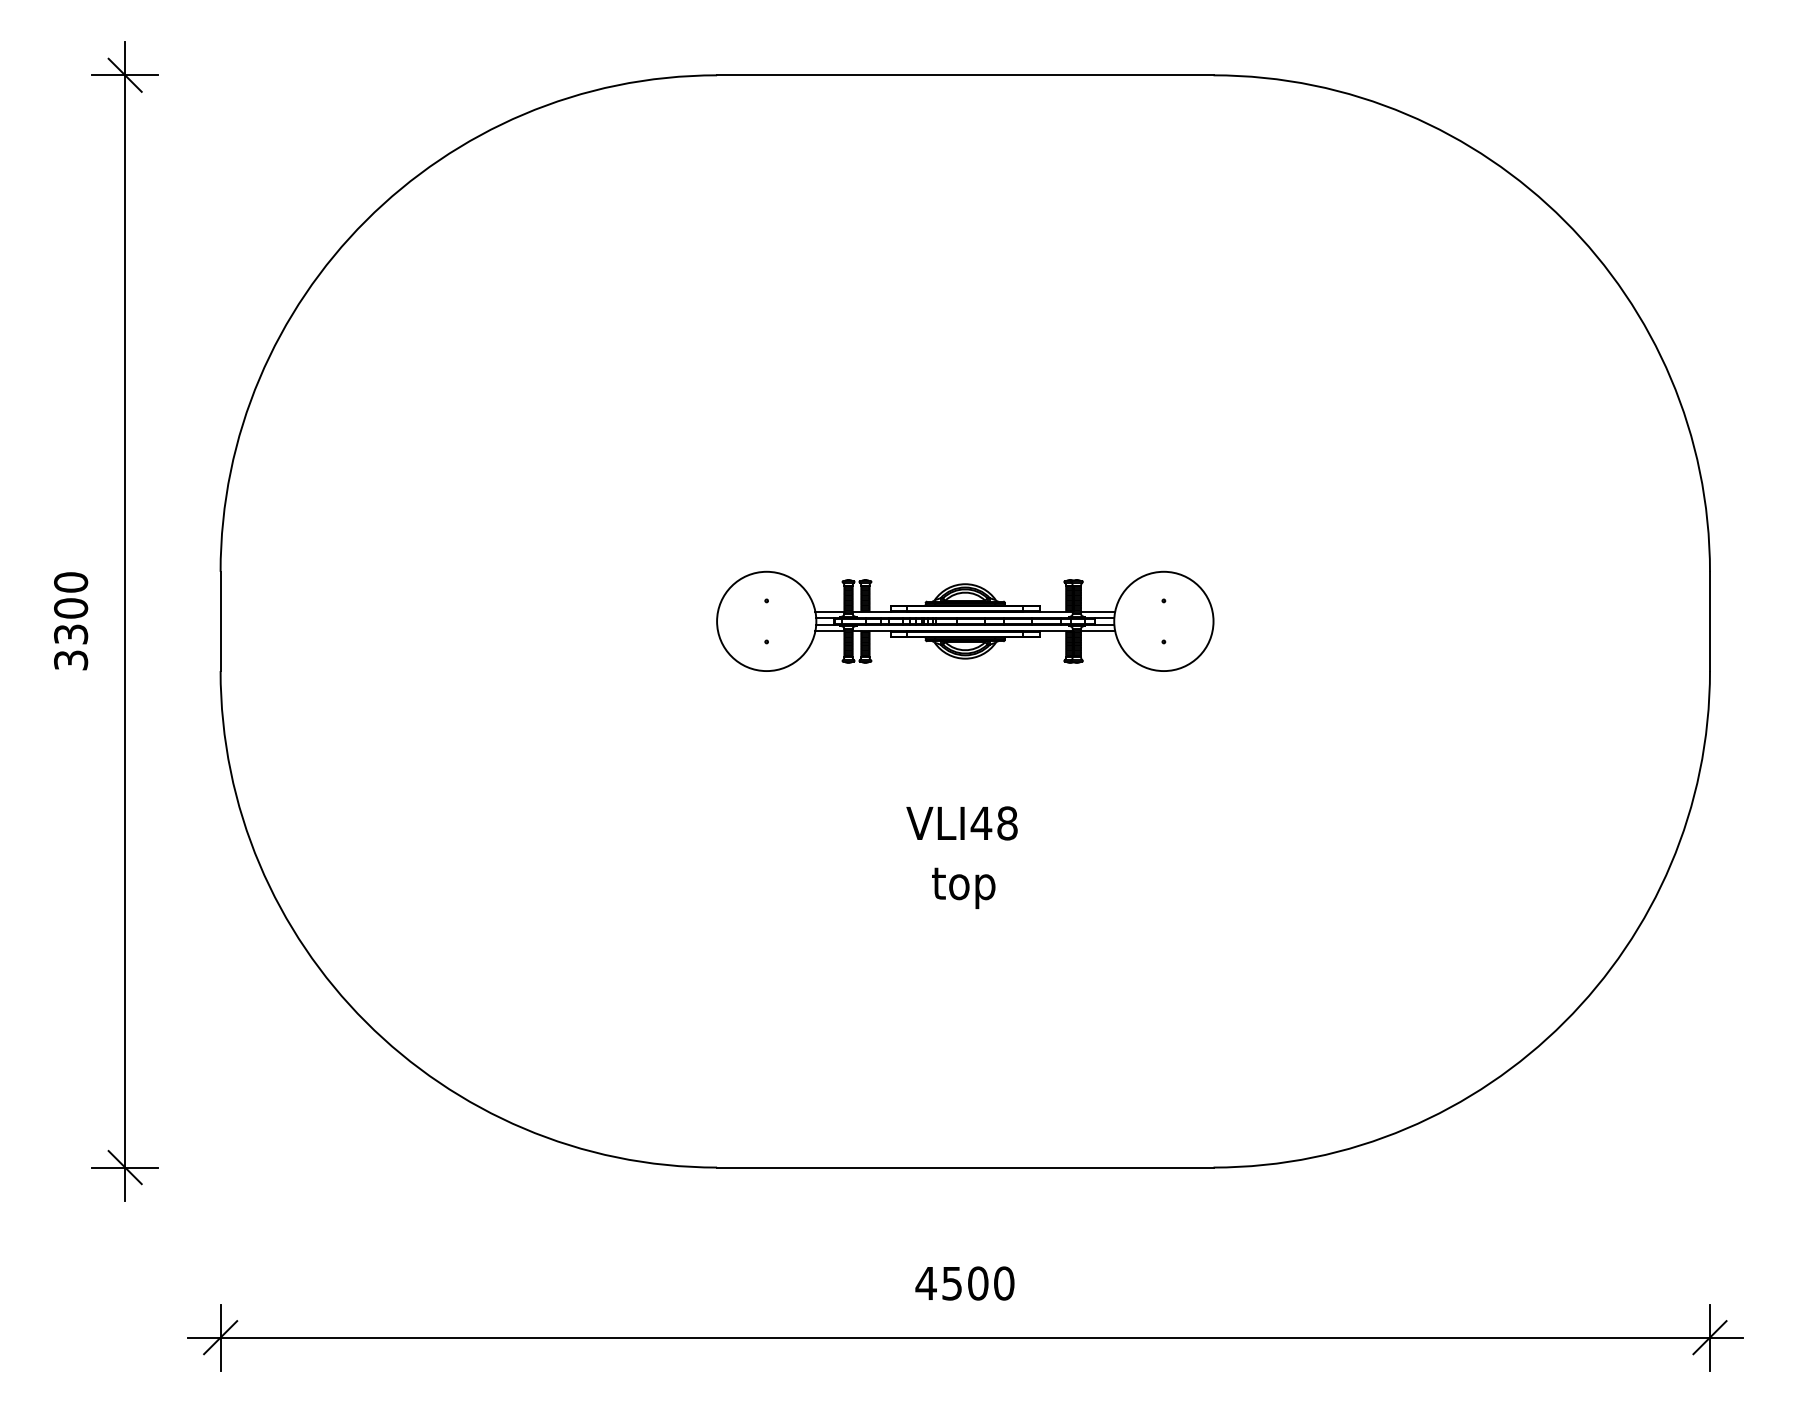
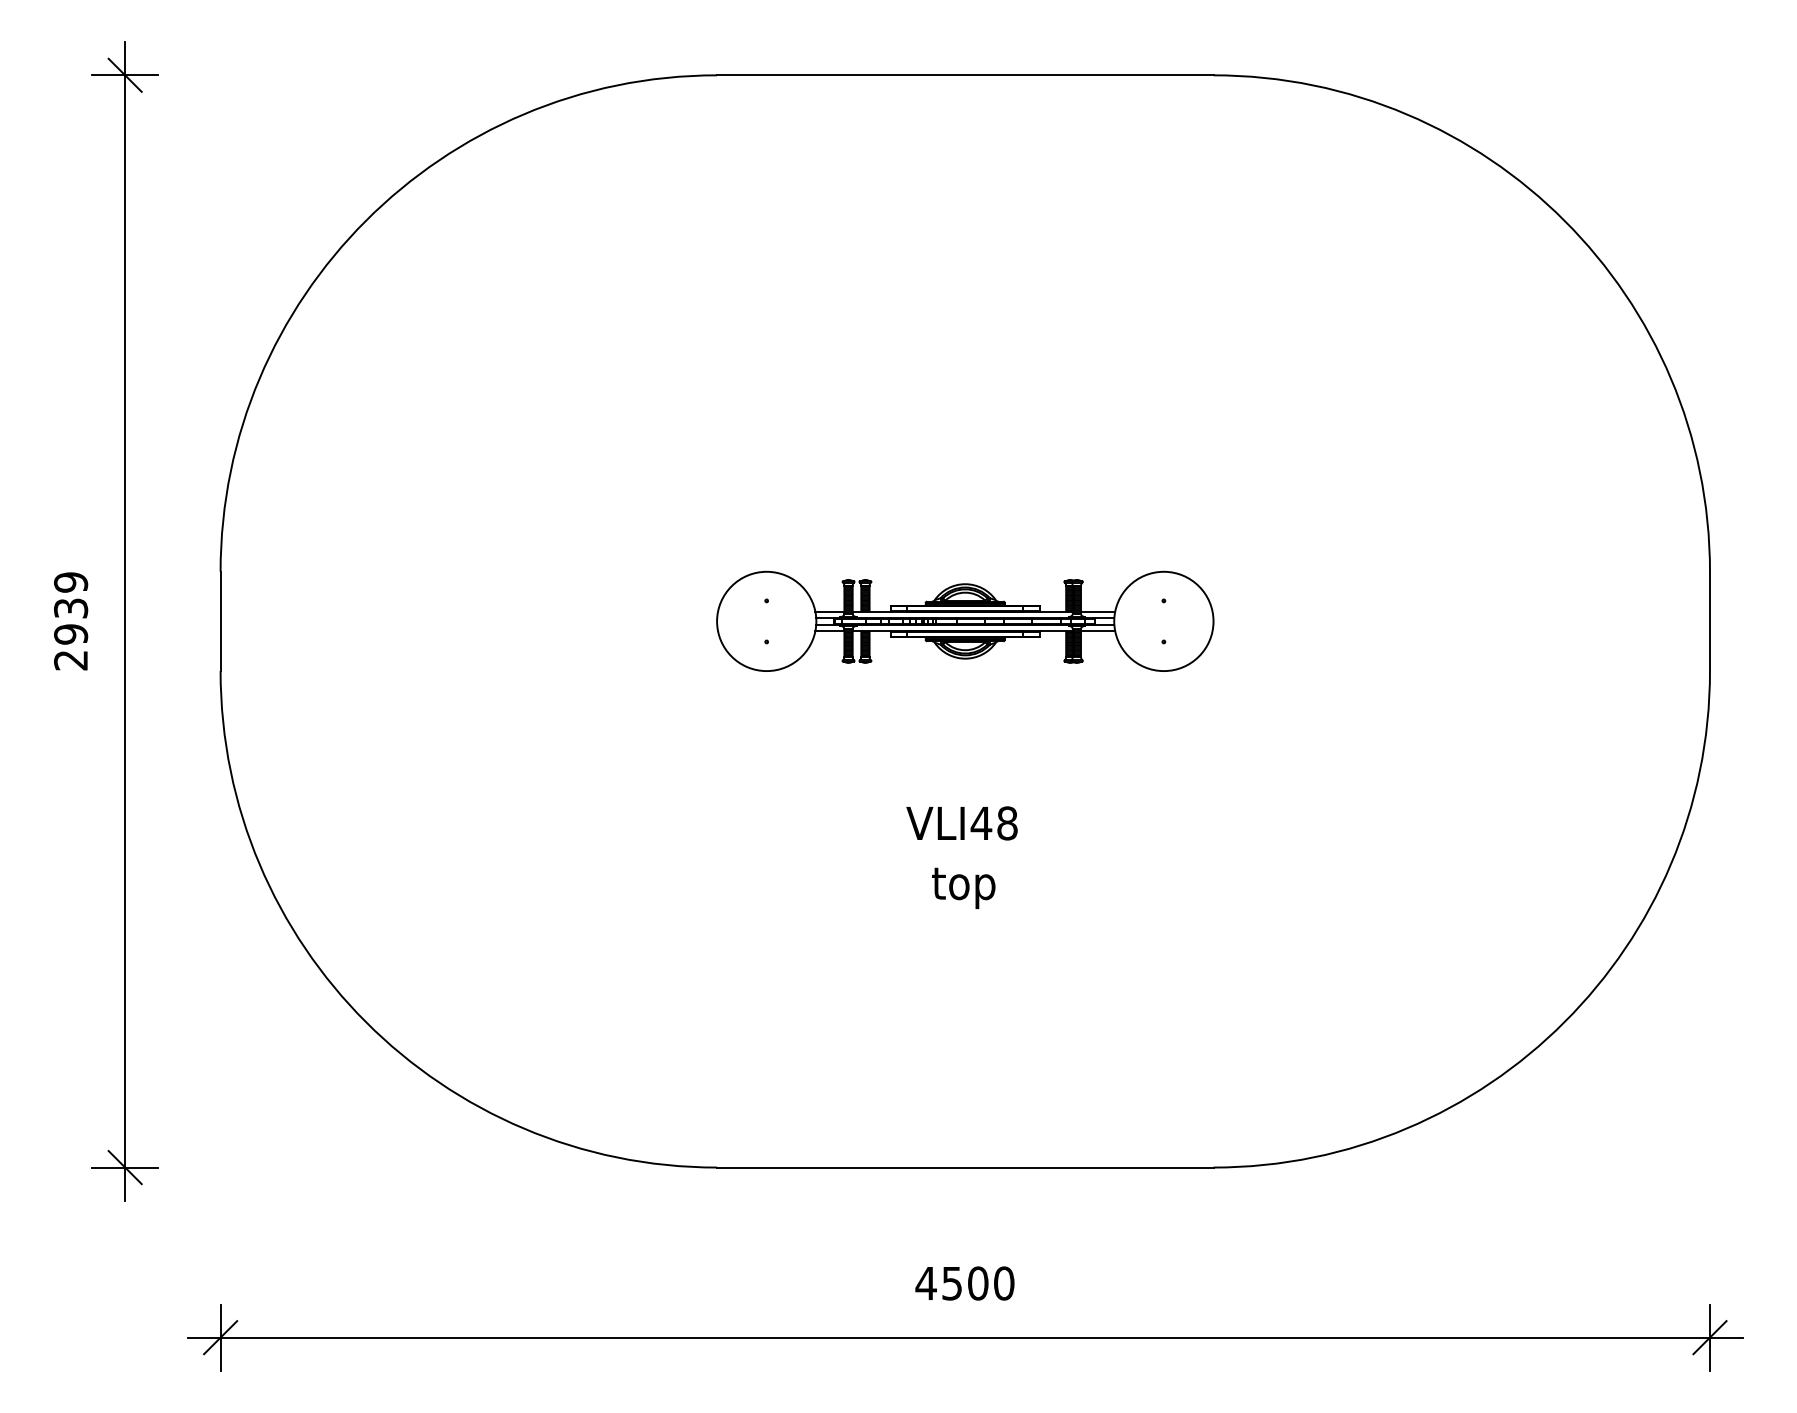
text at (71, 621): 3300 -> 2939
